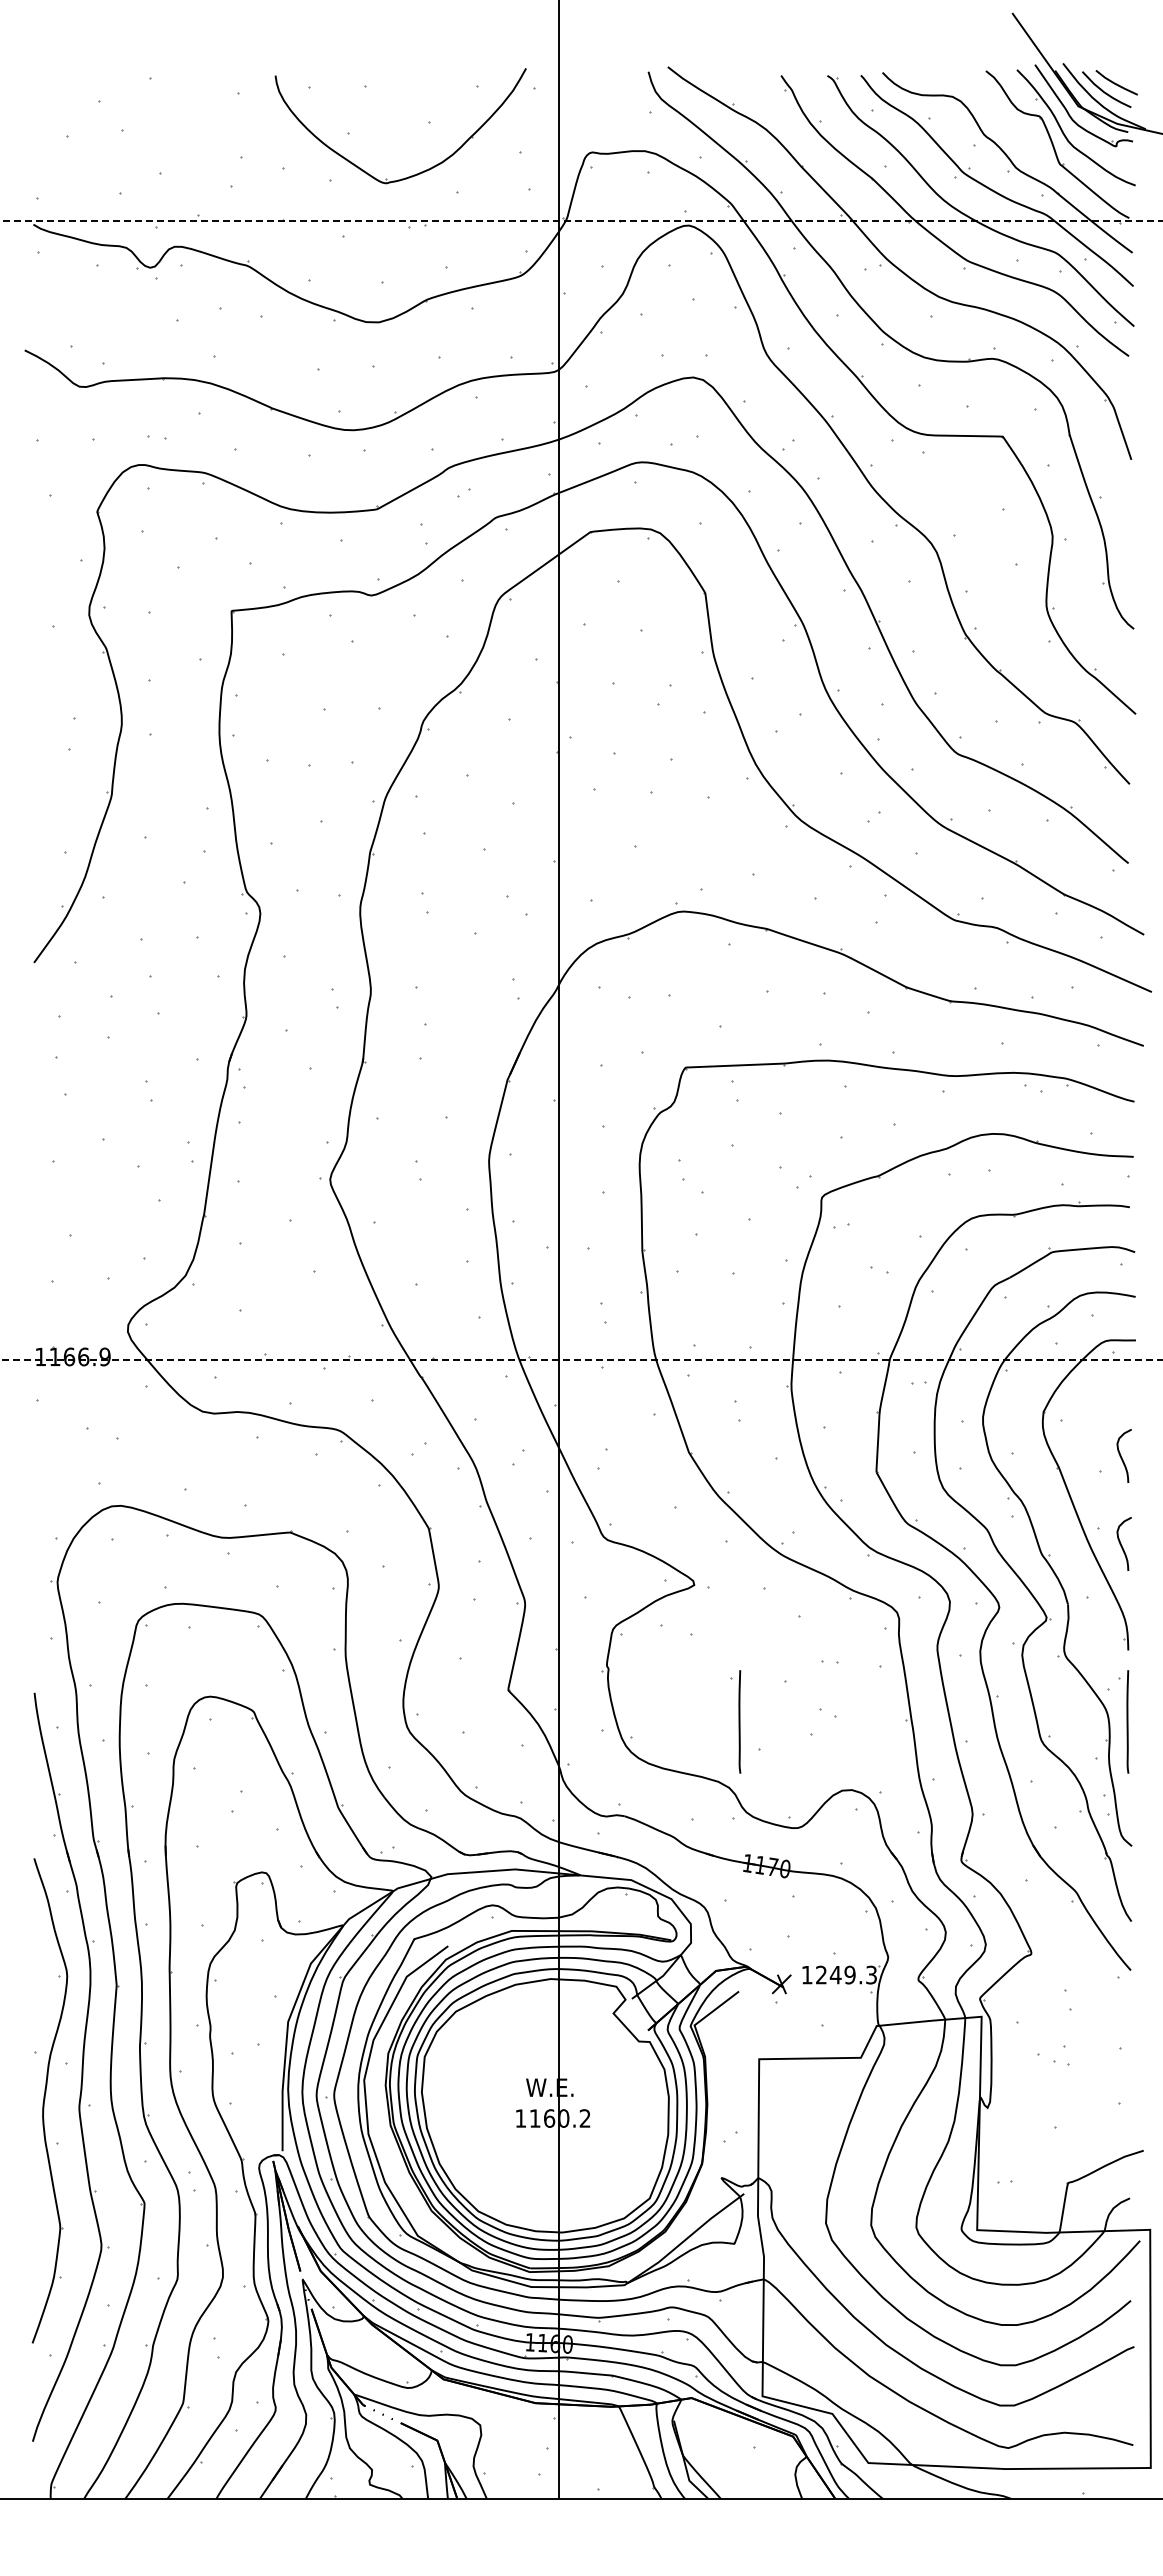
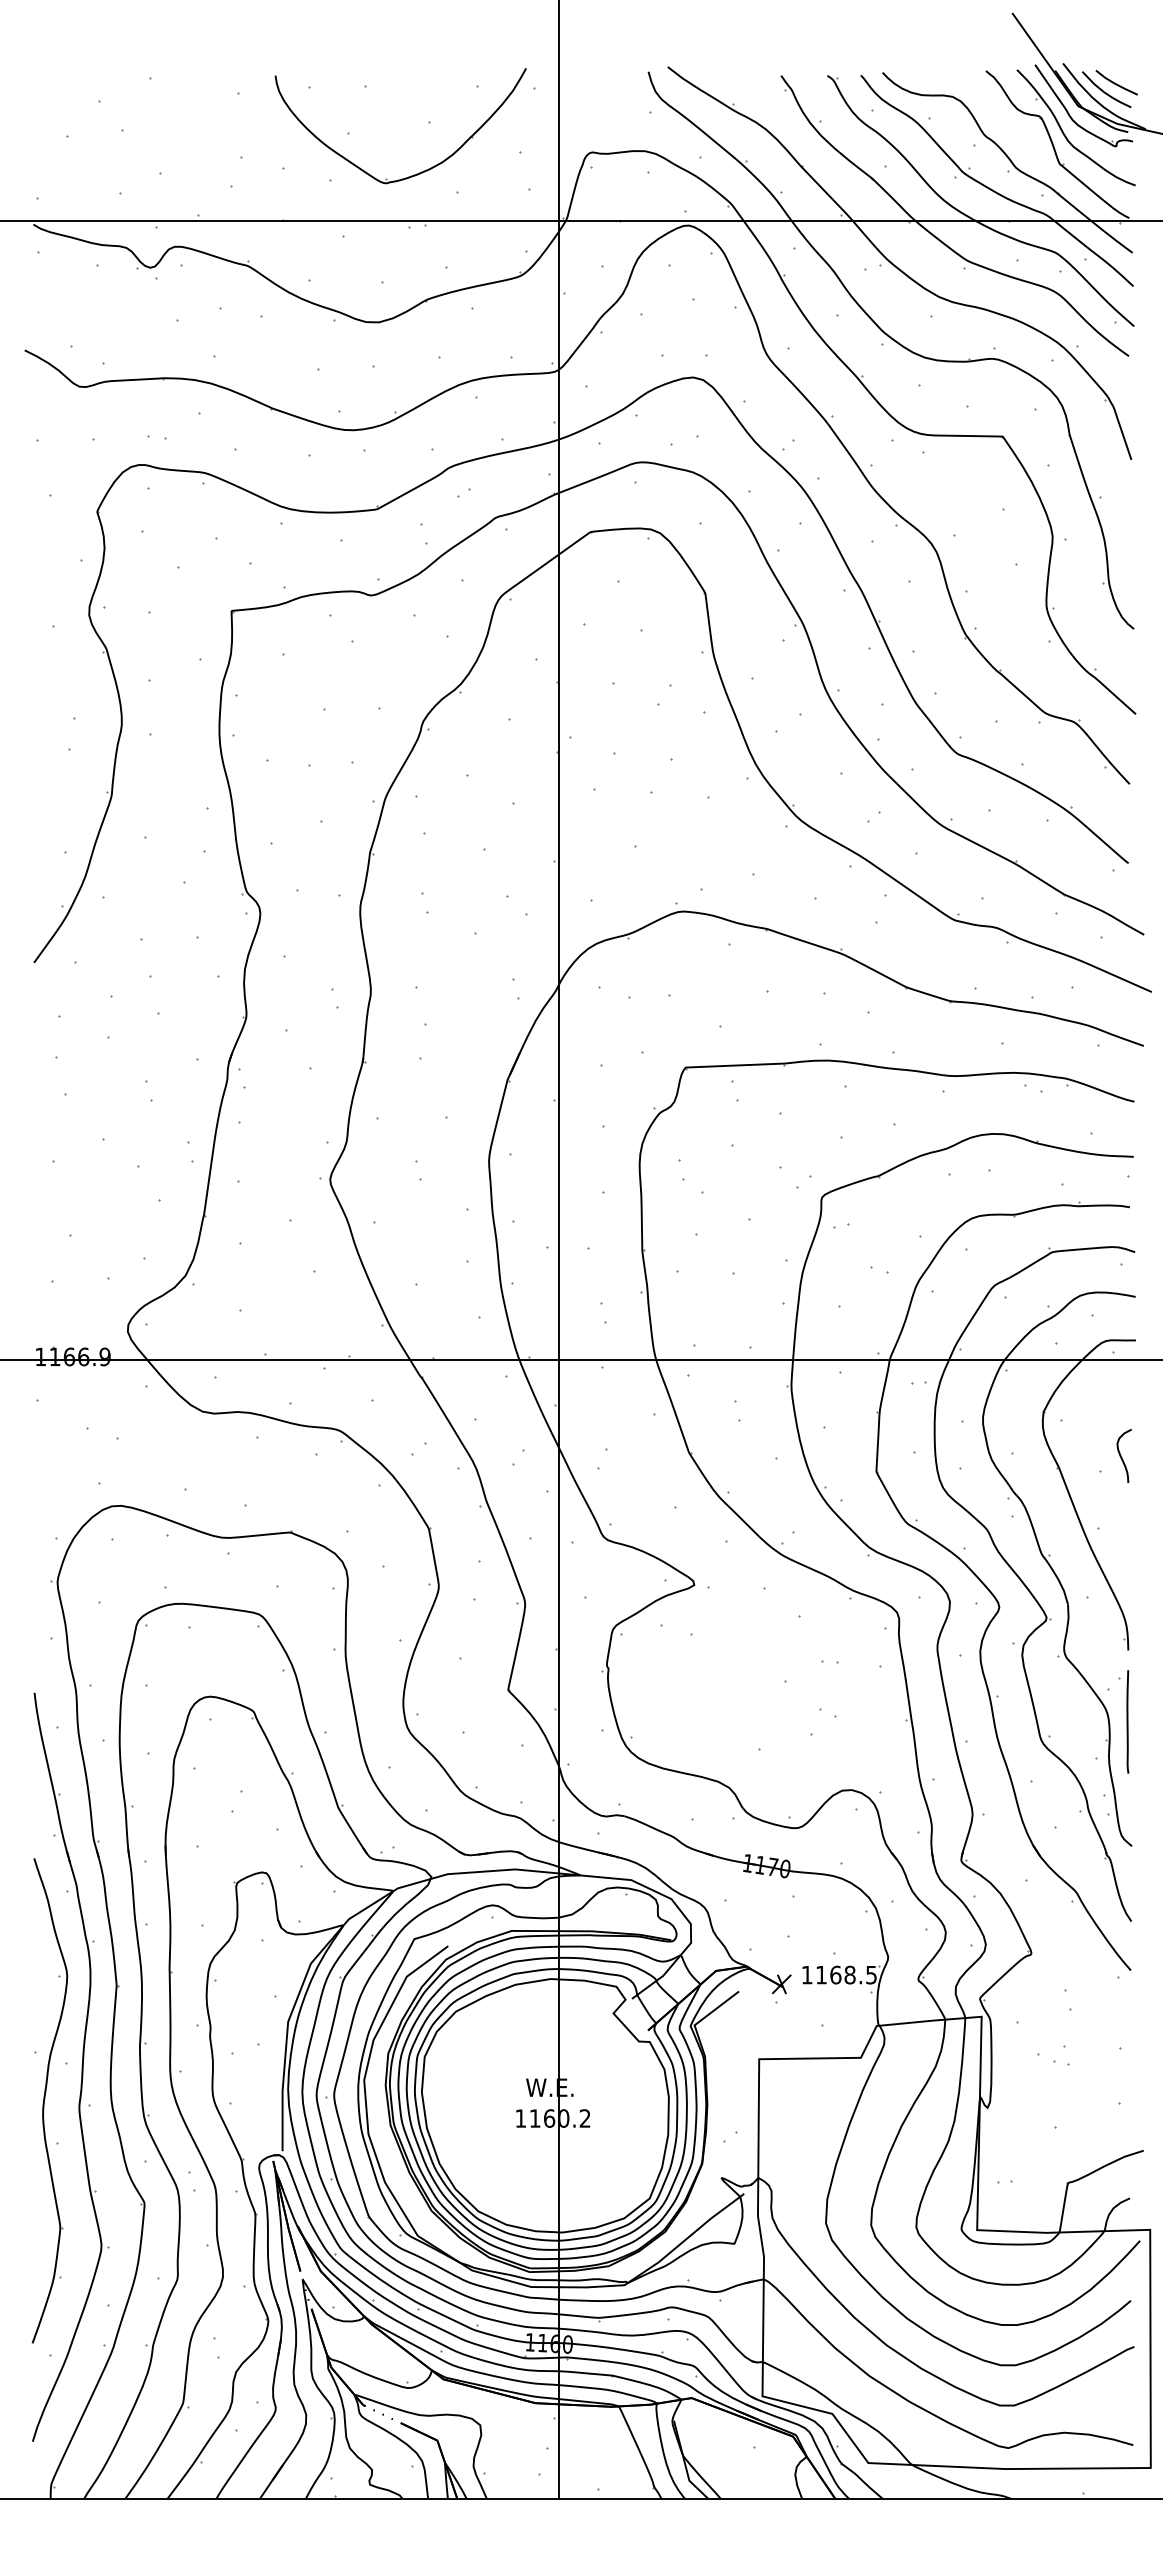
line at (581, 220): dashed -> solid
line at (582, 1359): dashed -> solid
curve at (1121, 1543): present -> none
part at (735, 1721): present -> none
text at (846, 1974): 1249.3 -> 1168.5
